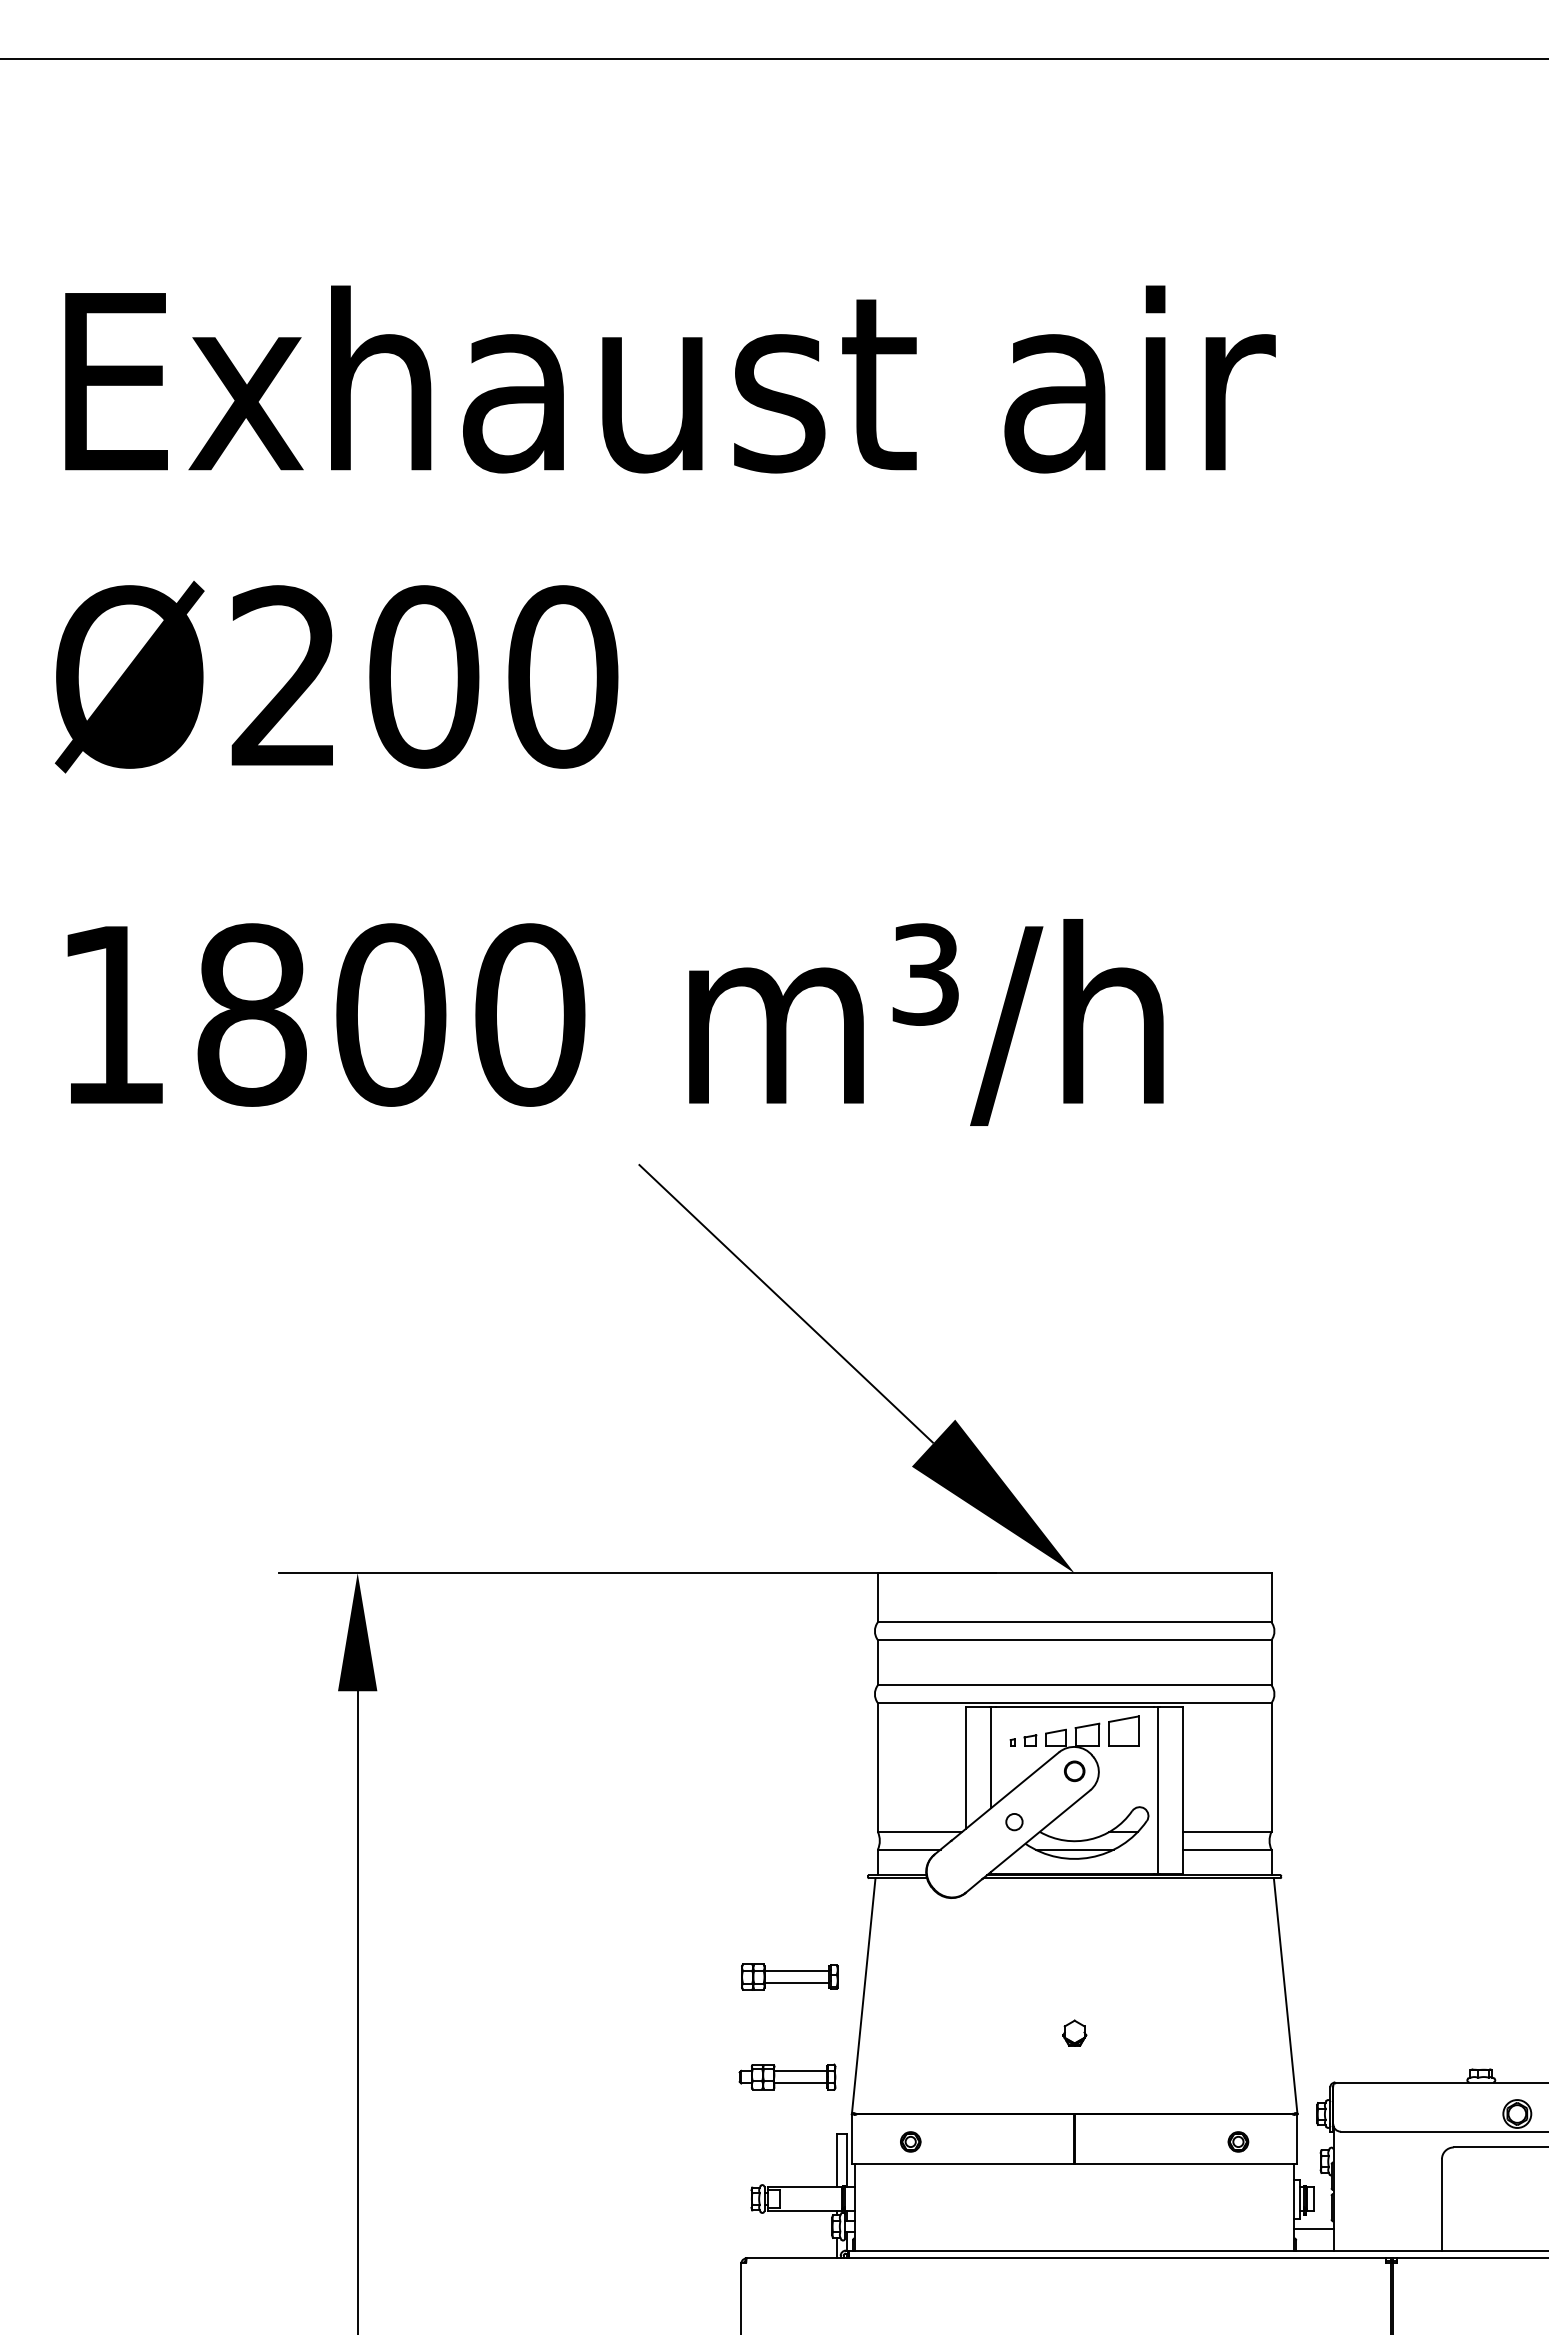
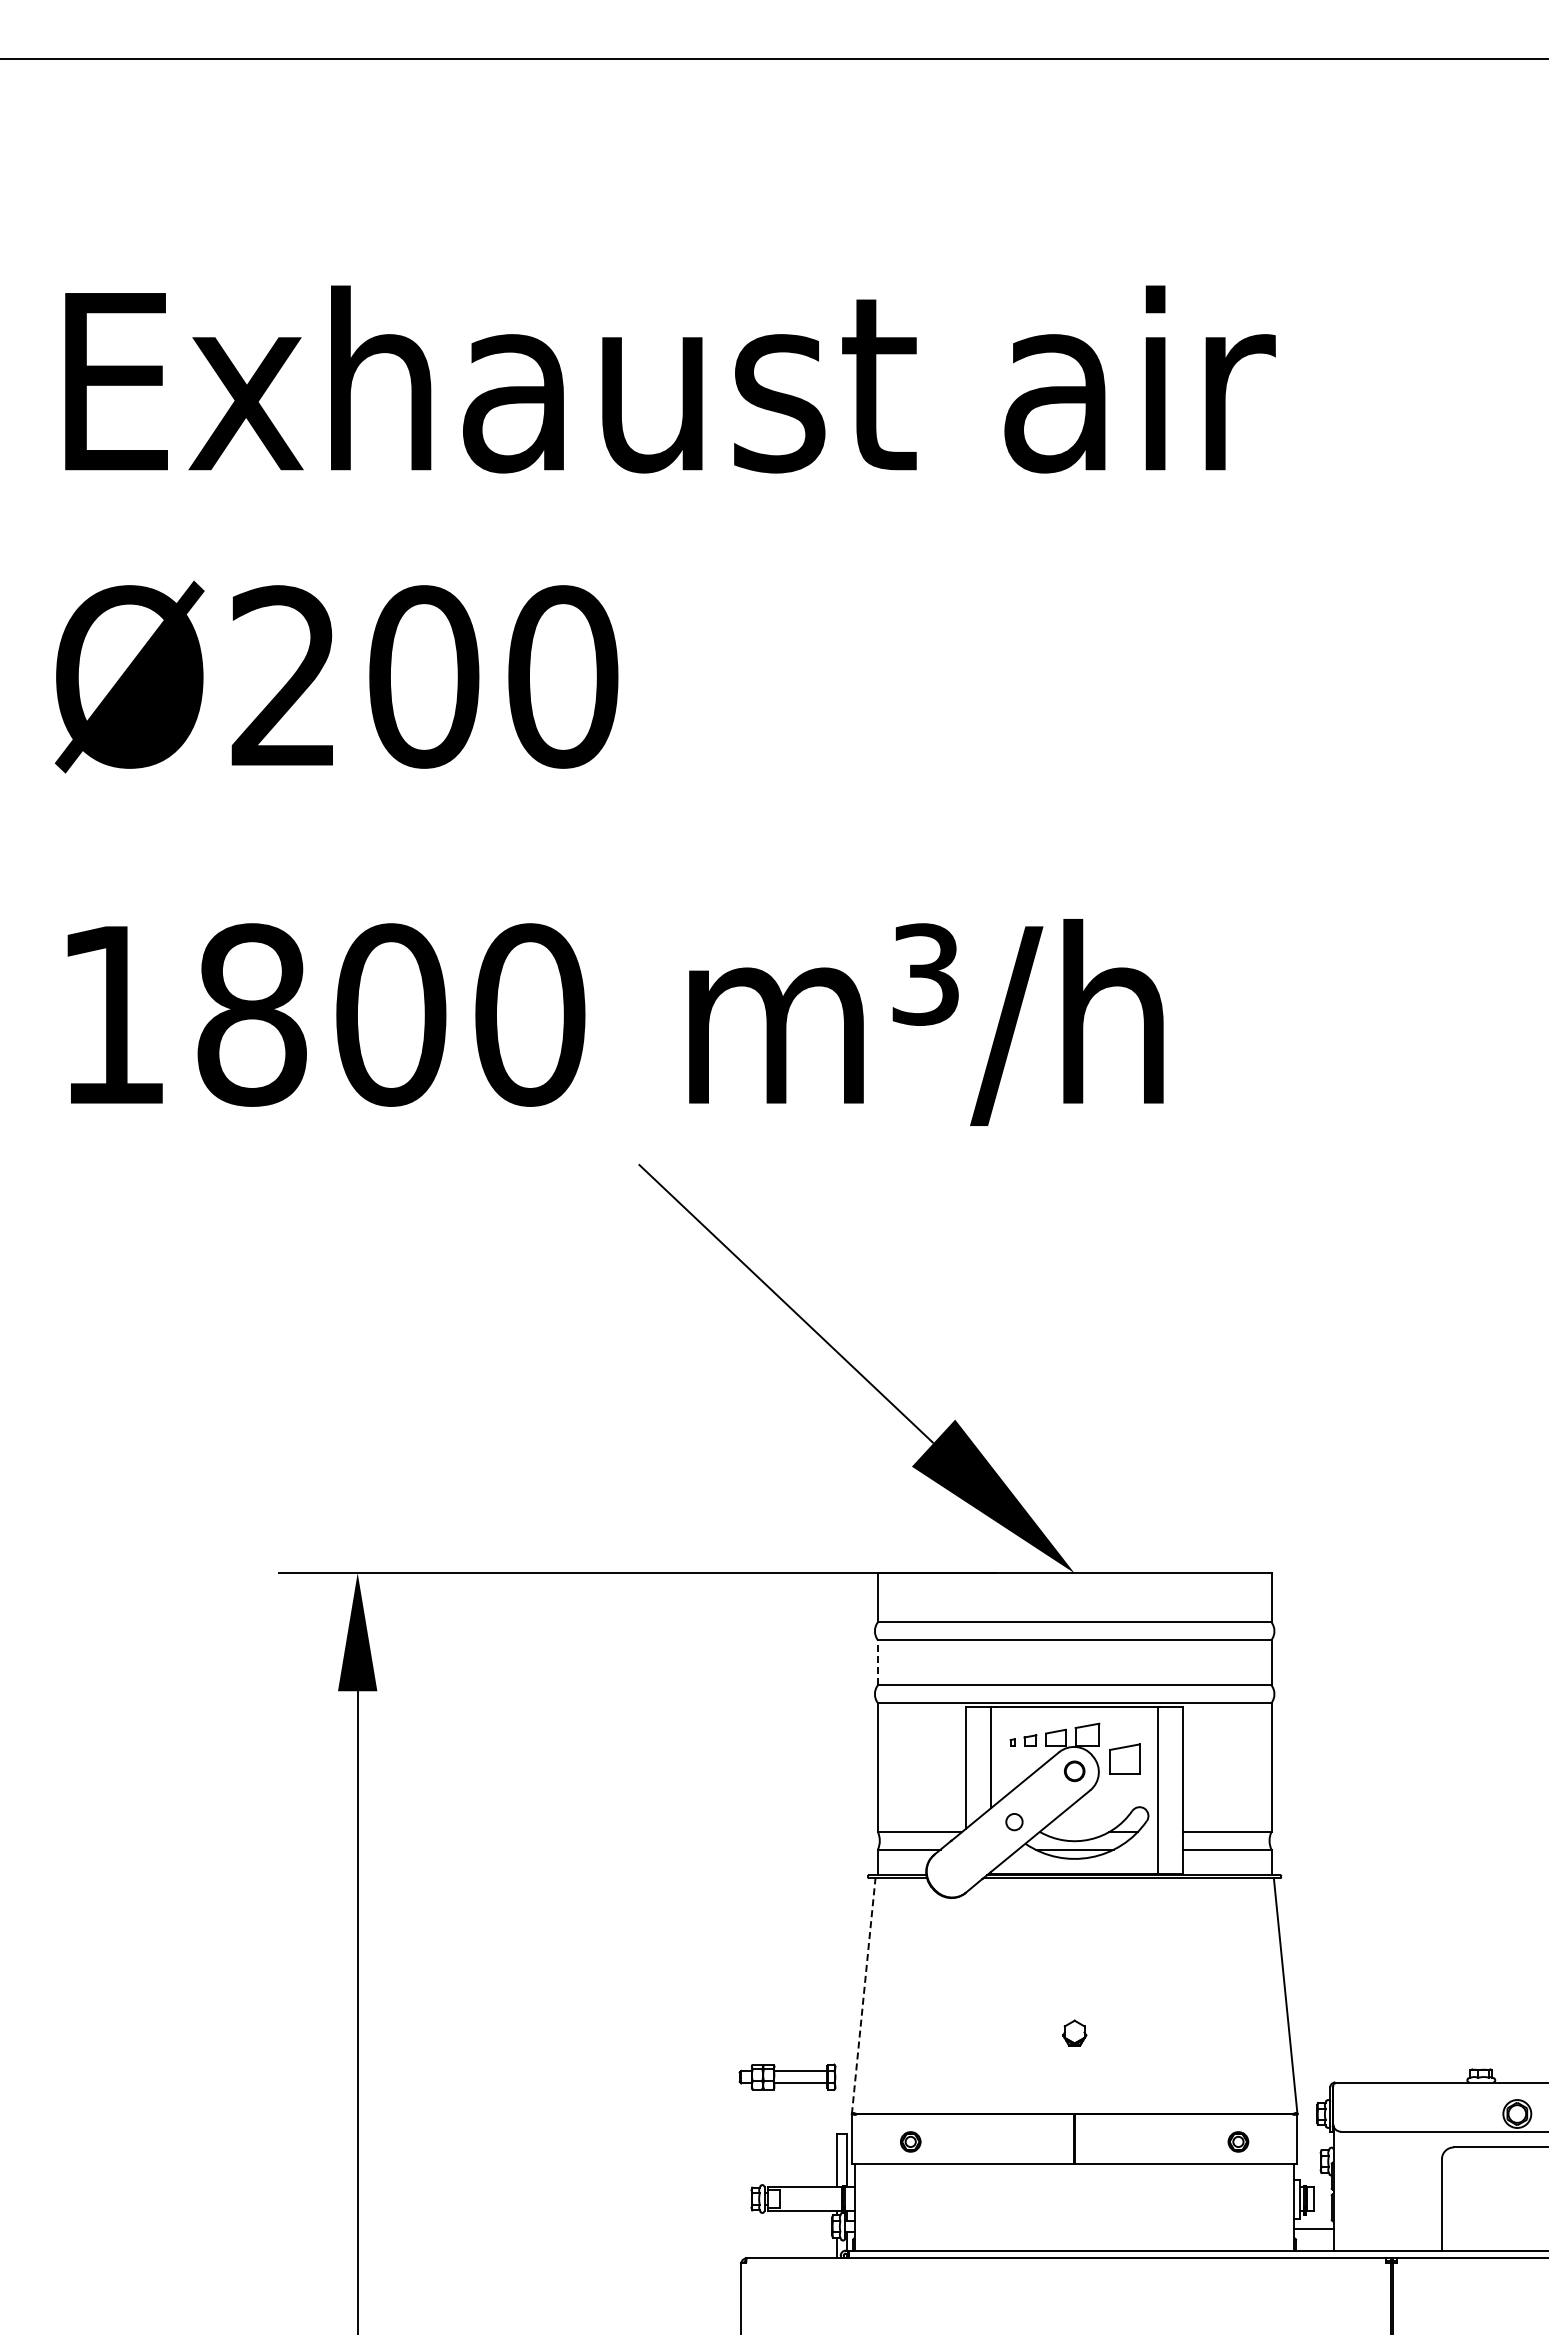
line at (877, 1662): solid -> dashed
part at (1123, 1730) position: (1123, 1730) -> (1124, 1758)
part at (789, 1976): present -> none
line at (863, 1996): solid -> dashed
